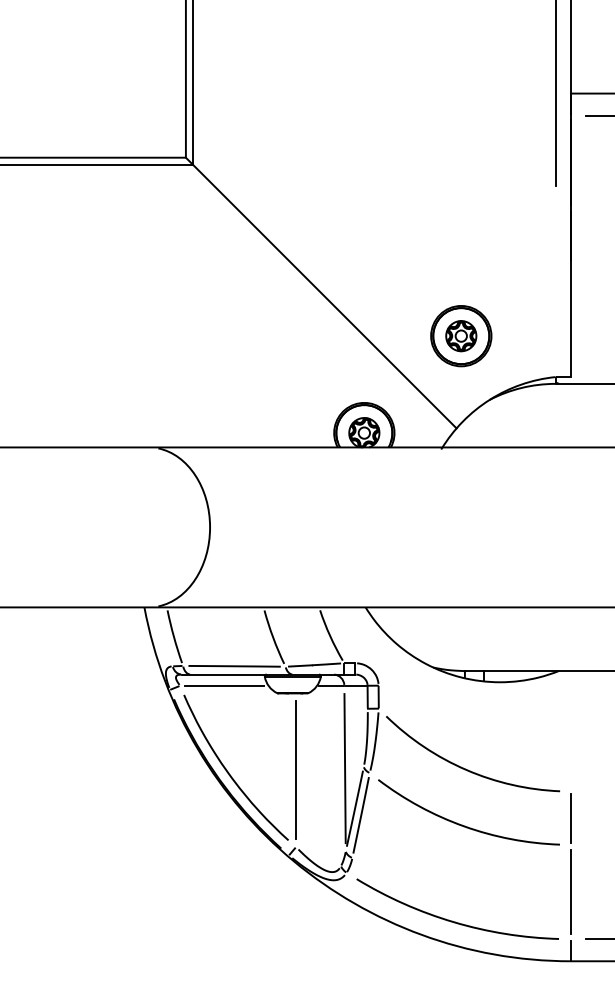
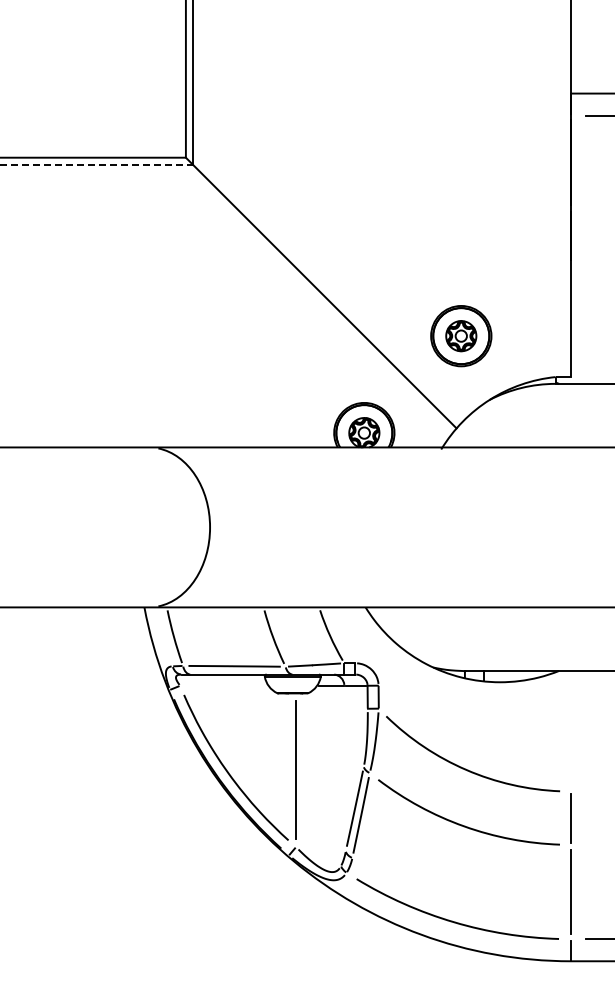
line at (555, 94): present -> none
line at (97, 165): solid -> dashed
line at (224, 685): present -> none
line at (344, 768): present -> none
